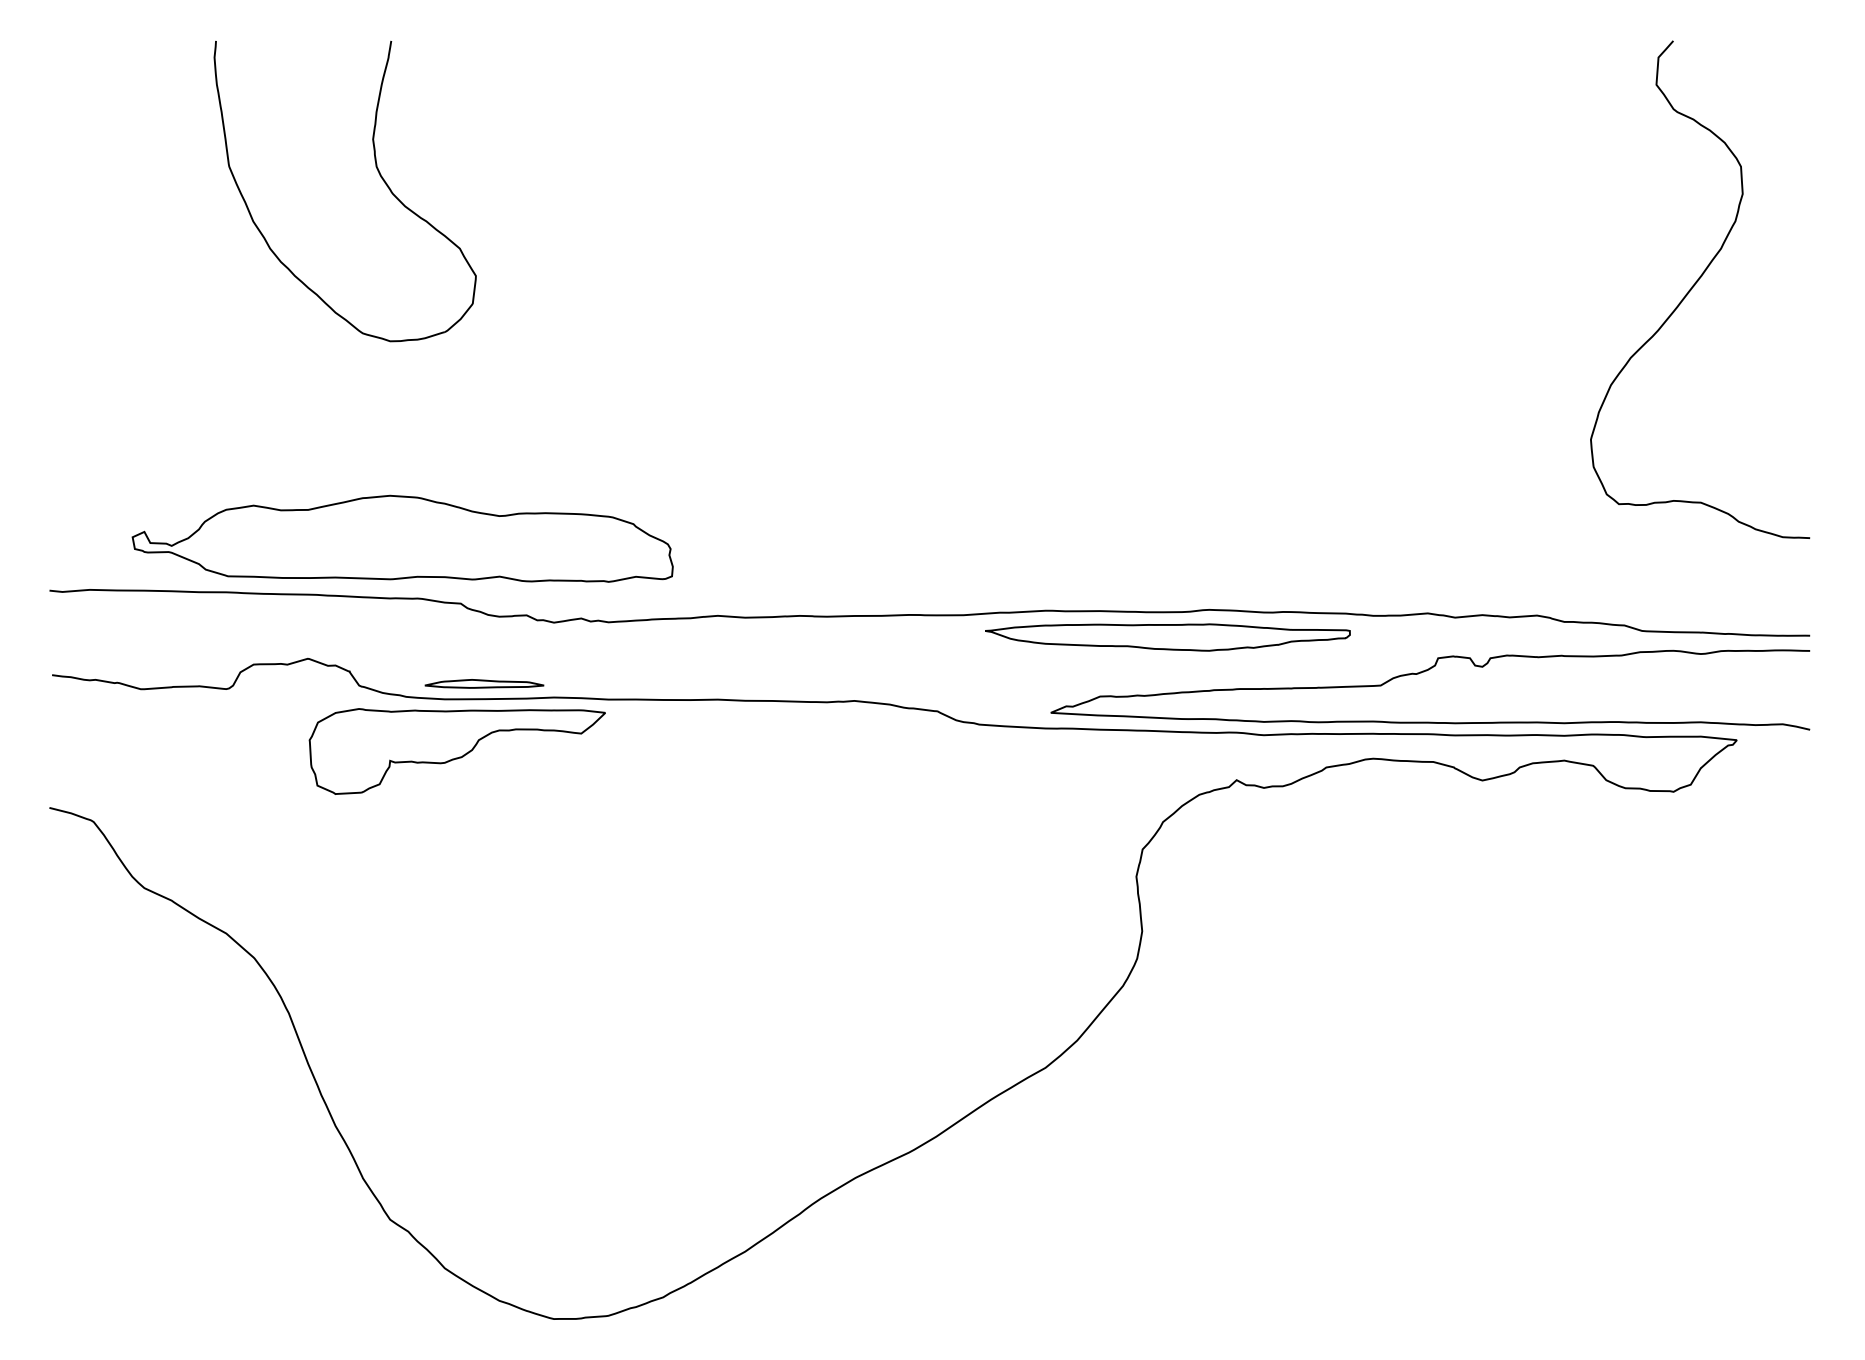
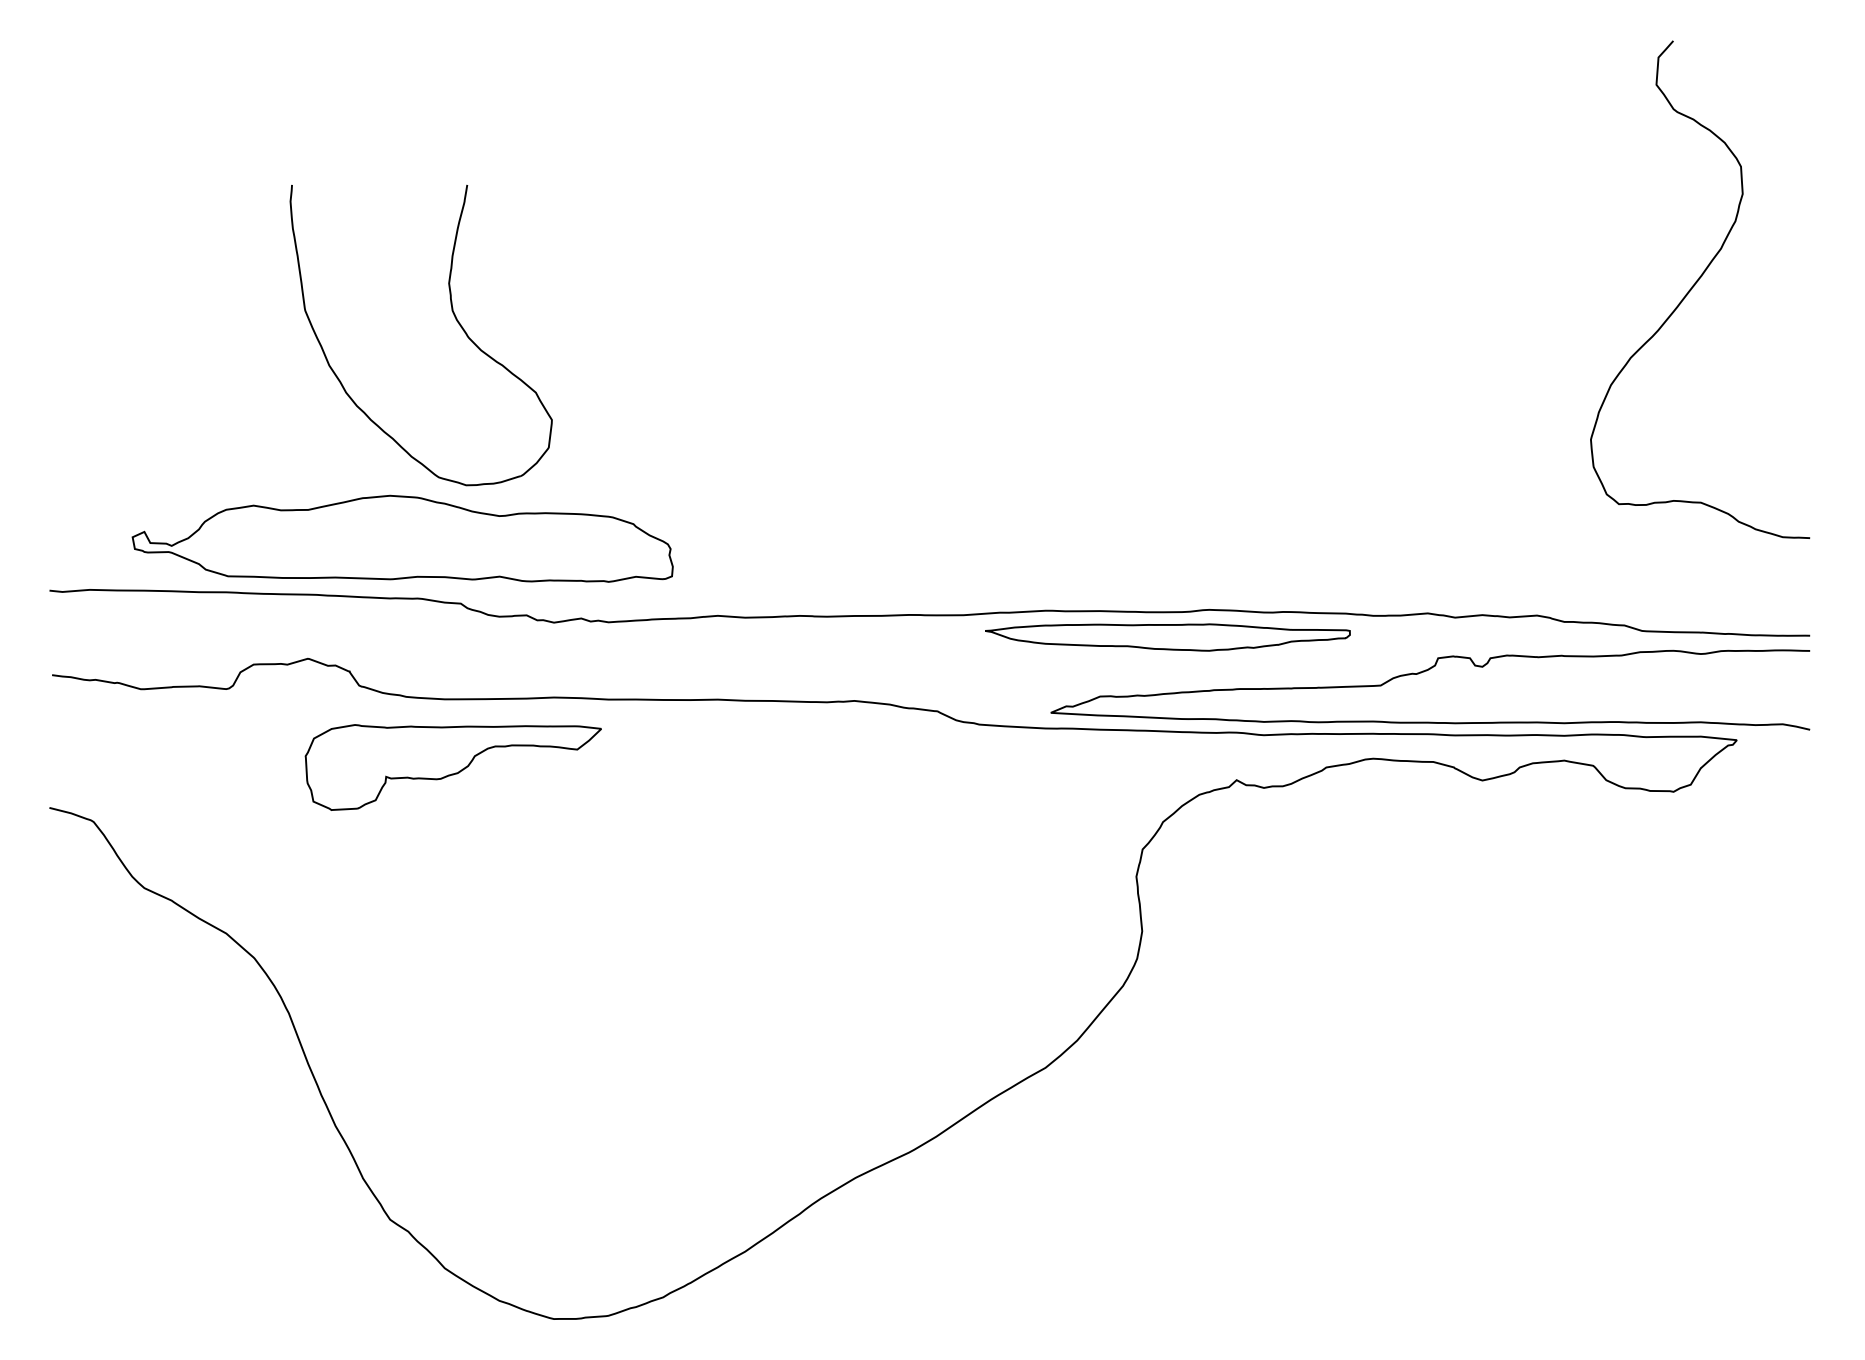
part at (378, 173) position: (378, 173) -> (454, 317)
part at (484, 683): present -> none
part at (456, 751) position: (456, 751) -> (452, 767)
